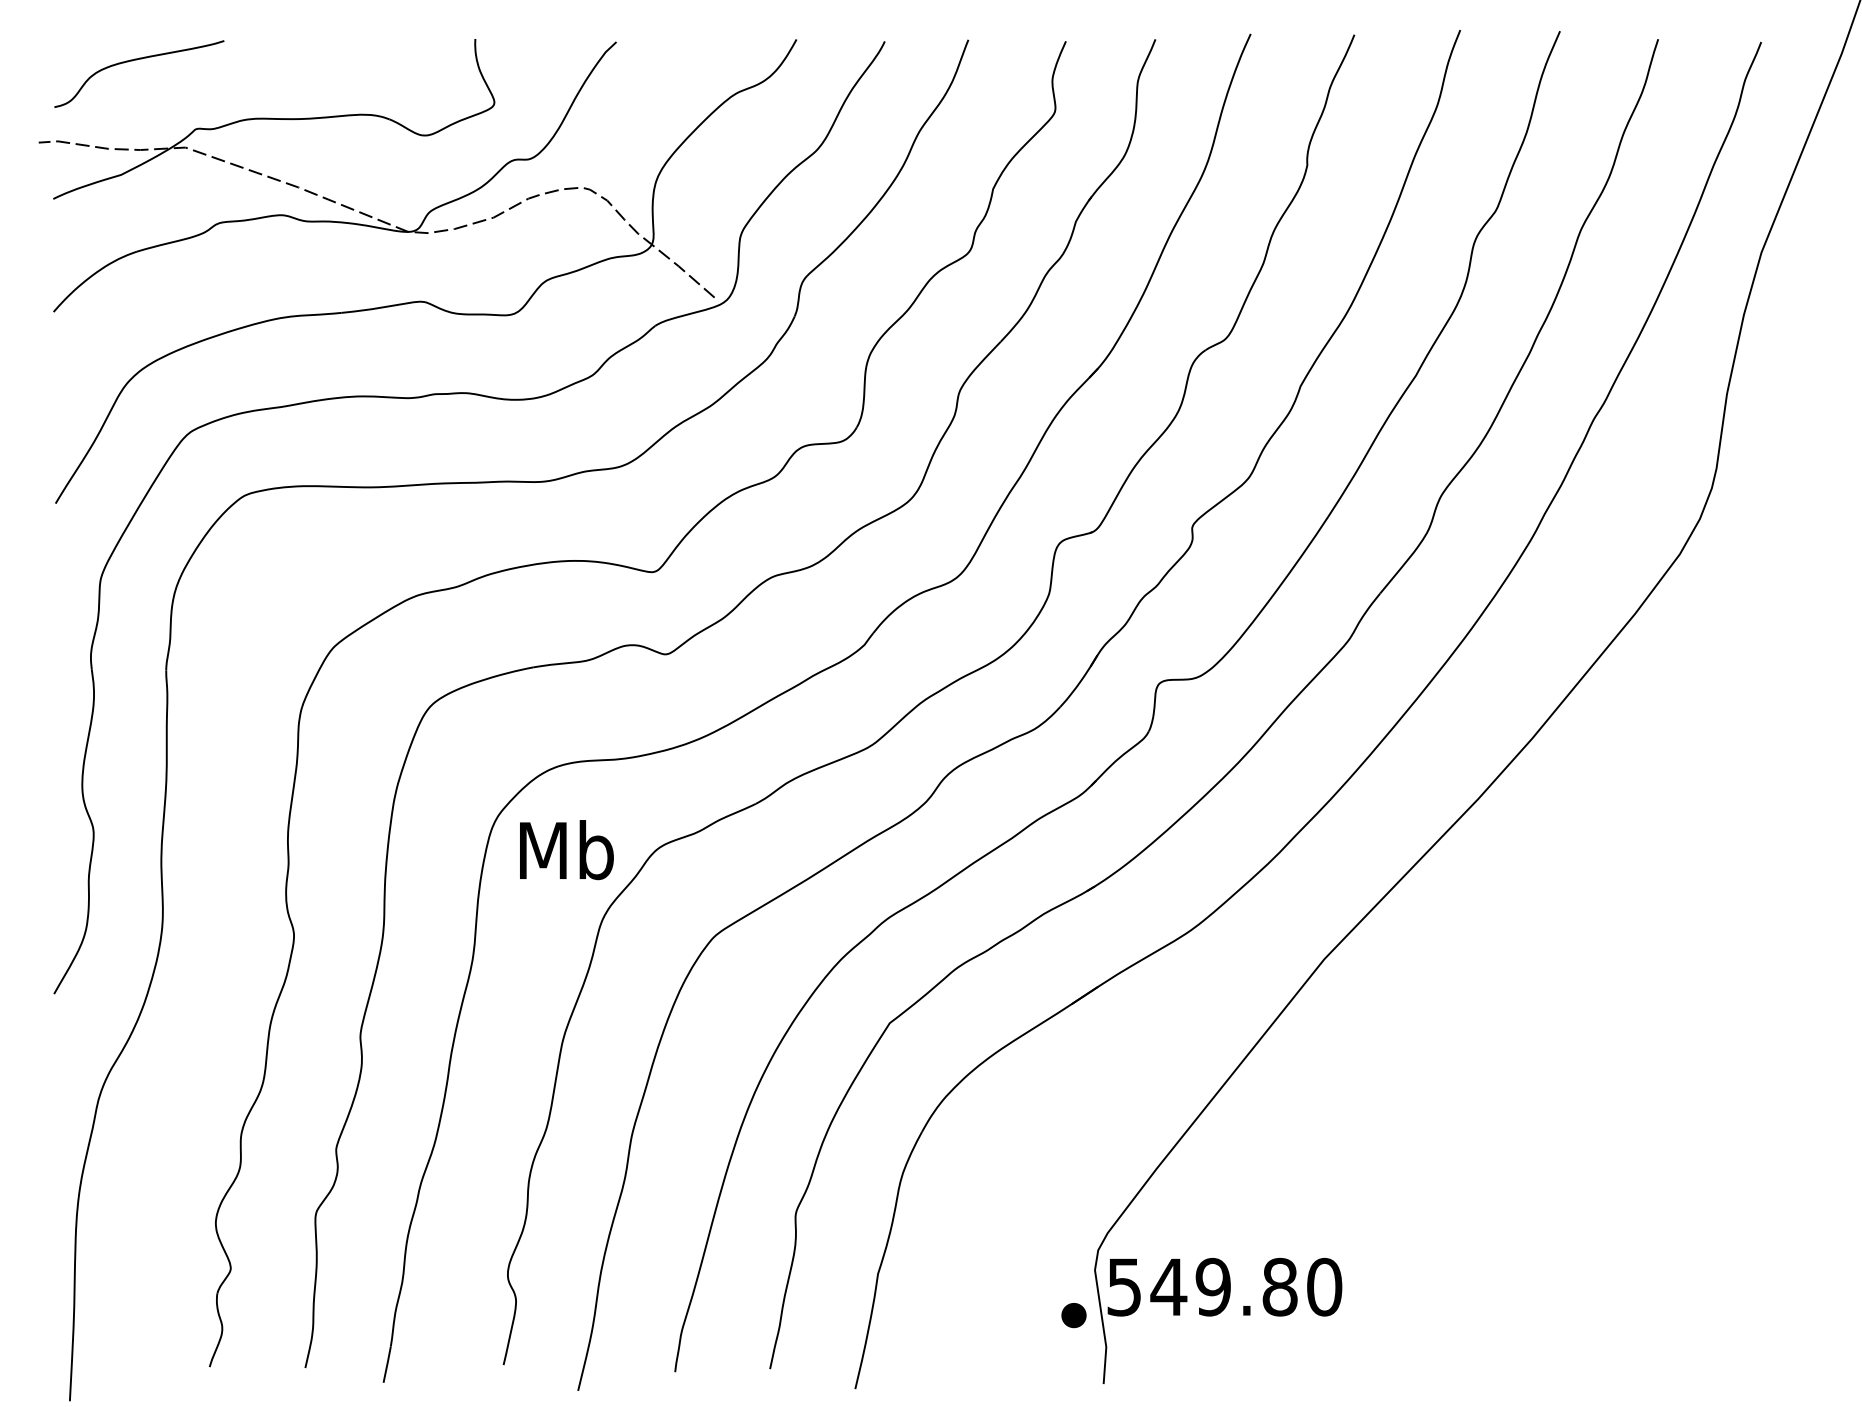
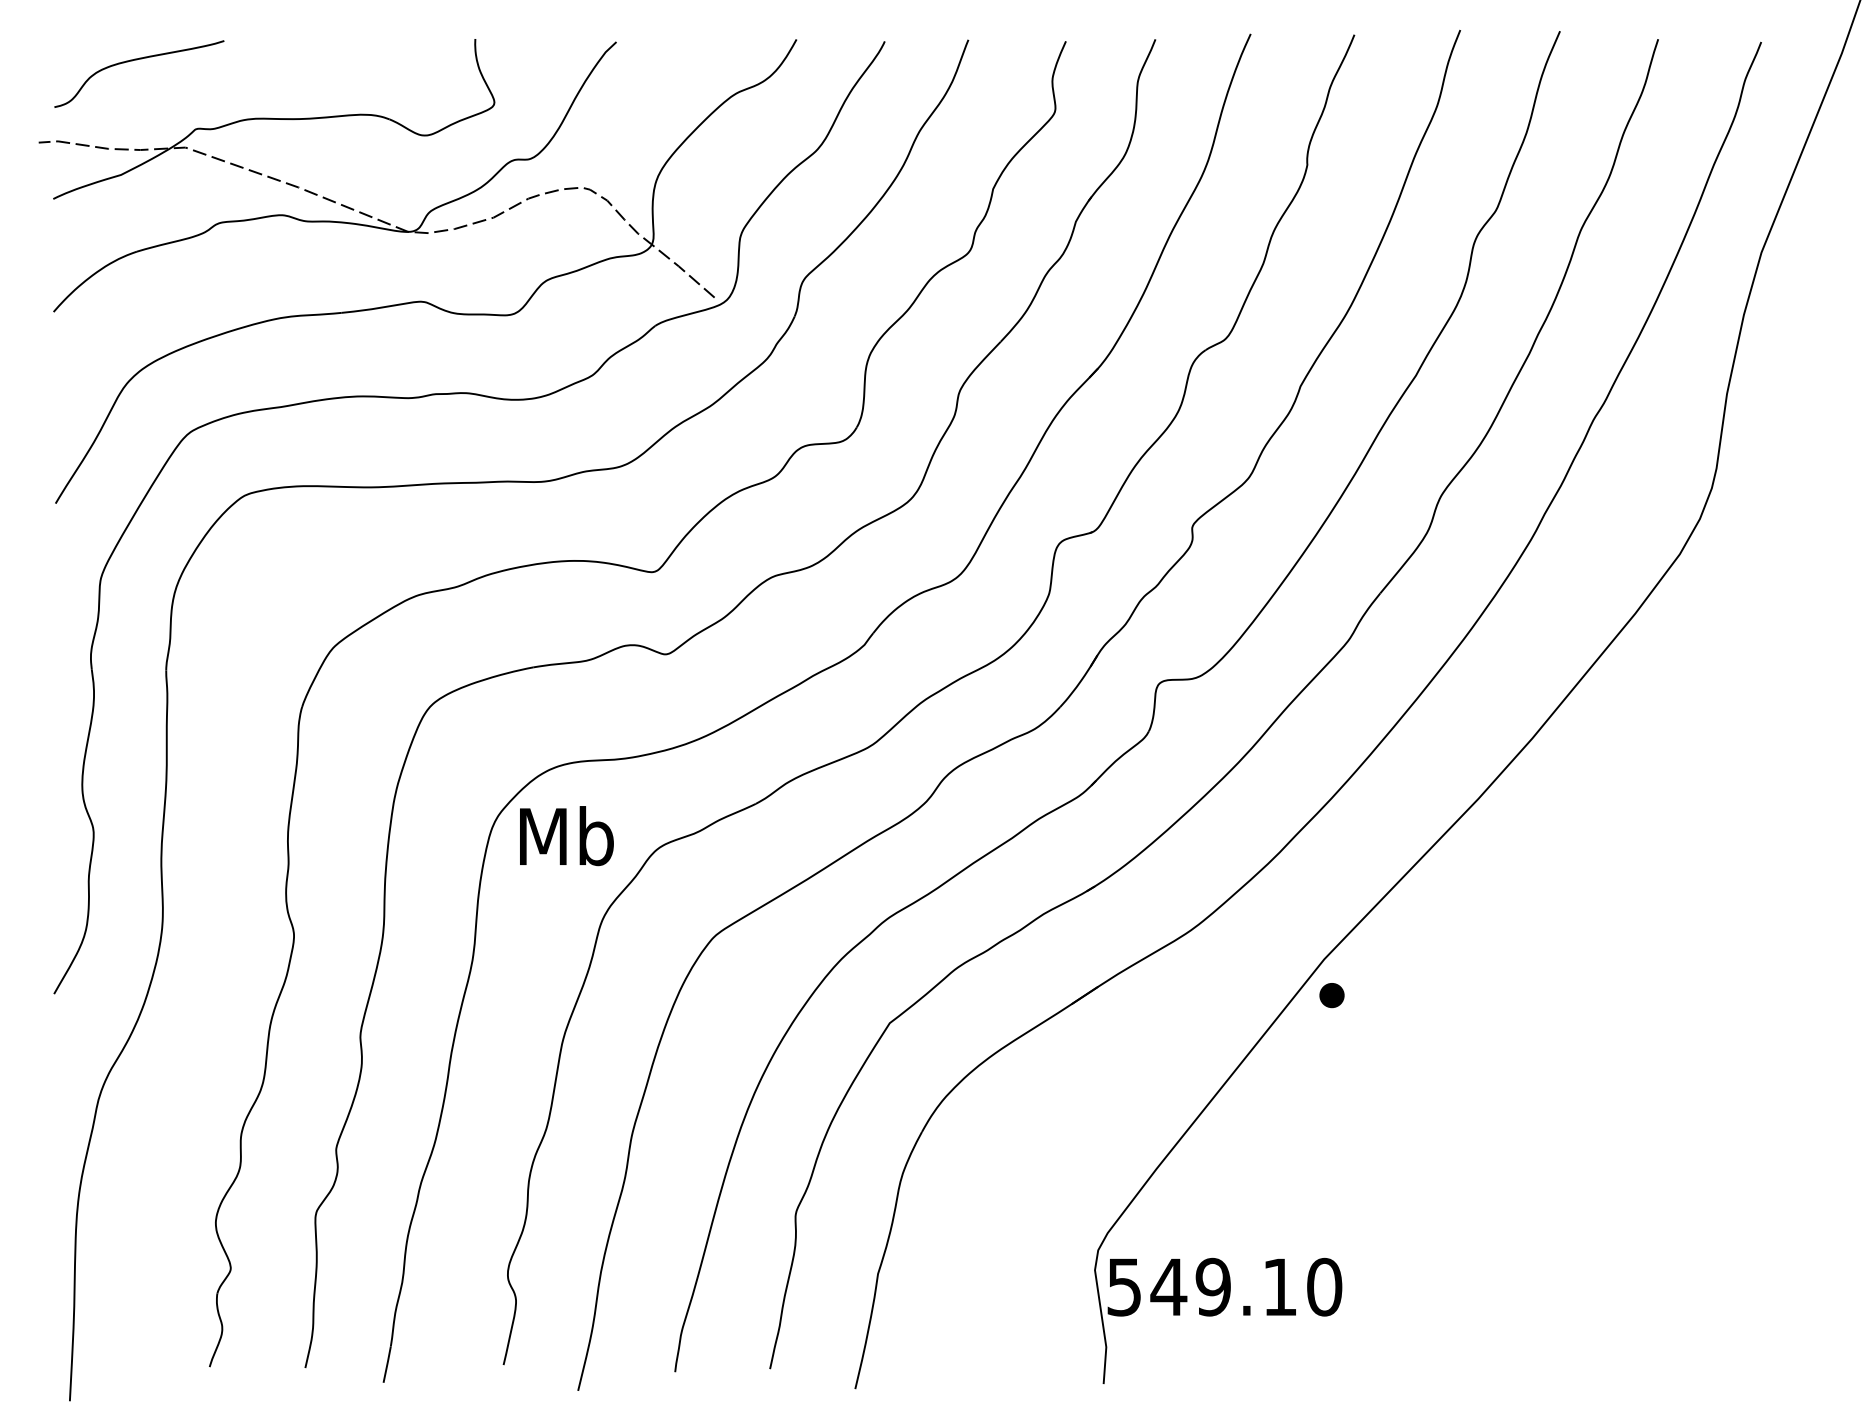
text at (566, 850) position: (566, 850) -> (566, 836)
text at (1279, 1286): 549.80 -> 549.10
part at (1073, 1315) position: (1073, 1315) -> (1331, 995)
